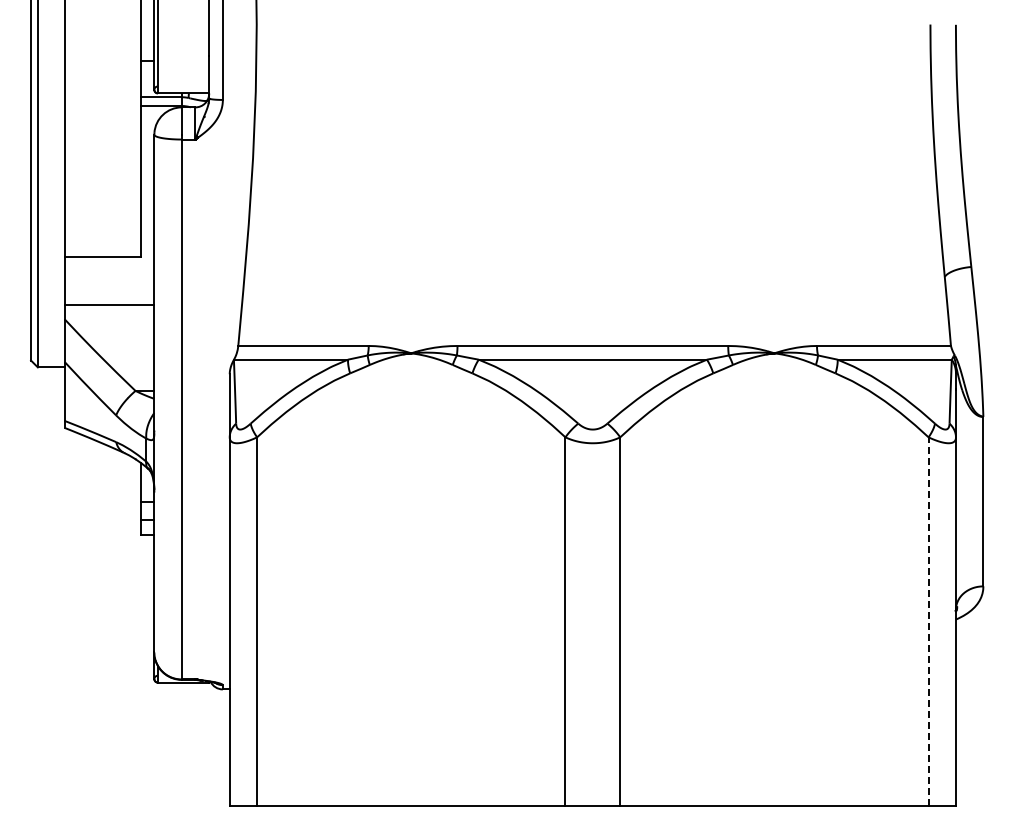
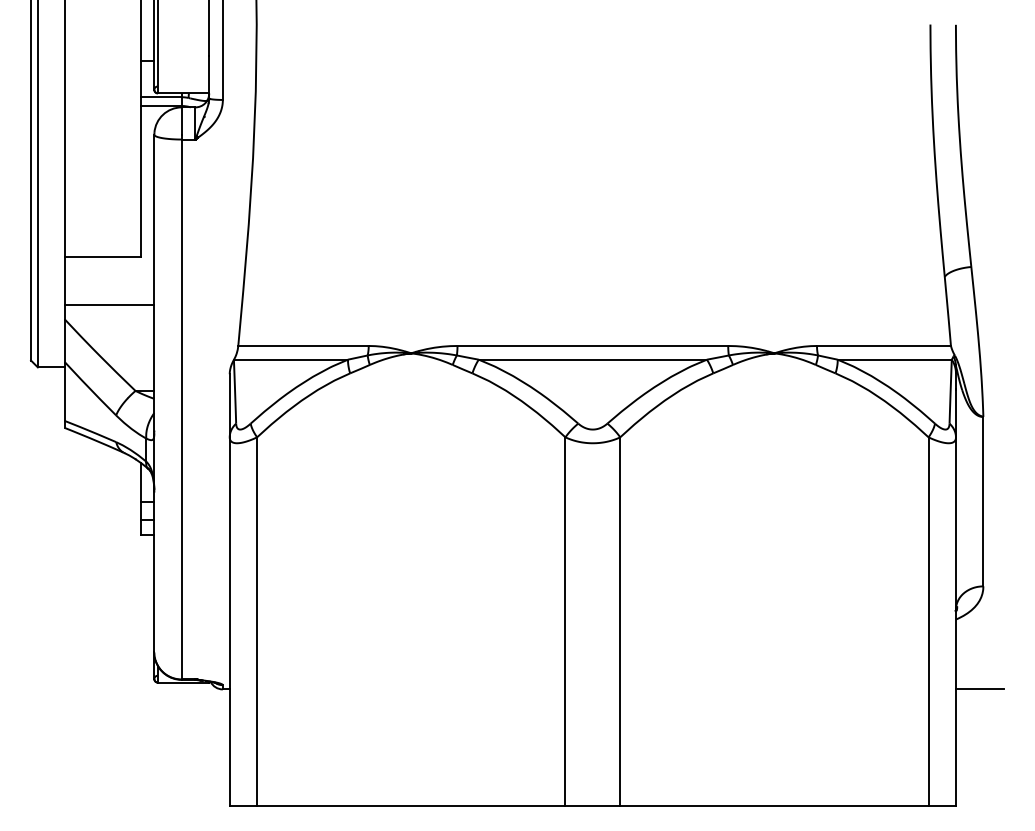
line at (928, 621): dashed -> solid
line at (979, 689): none -> present
